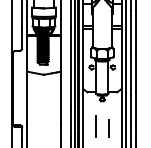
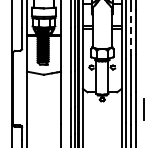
line at (131, 33): solid -> dashed
line at (95, 126) position: (95, 126) -> (143, 109)
line at (108, 128): present -> none
